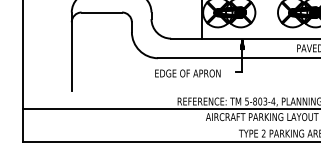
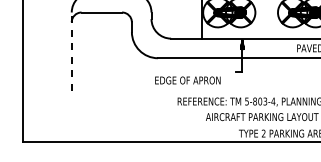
line at (71, 51): solid -> dashed
text at (187, 73) position: (187, 73) -> (187, 80)
line at (170, 108): present -> none
